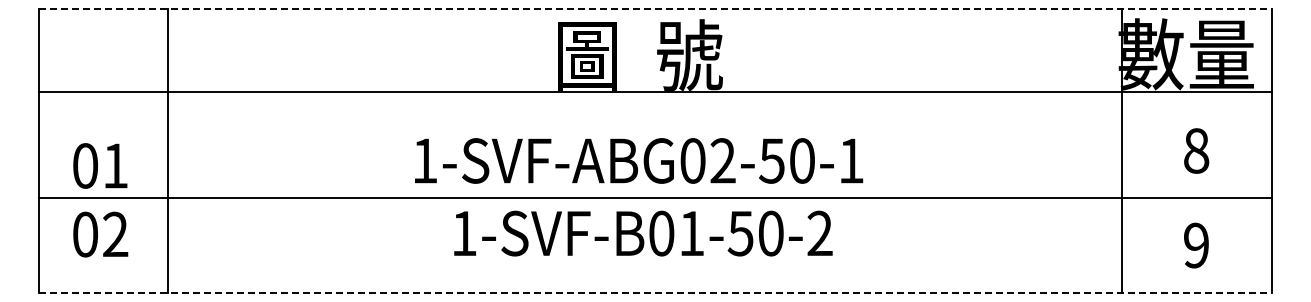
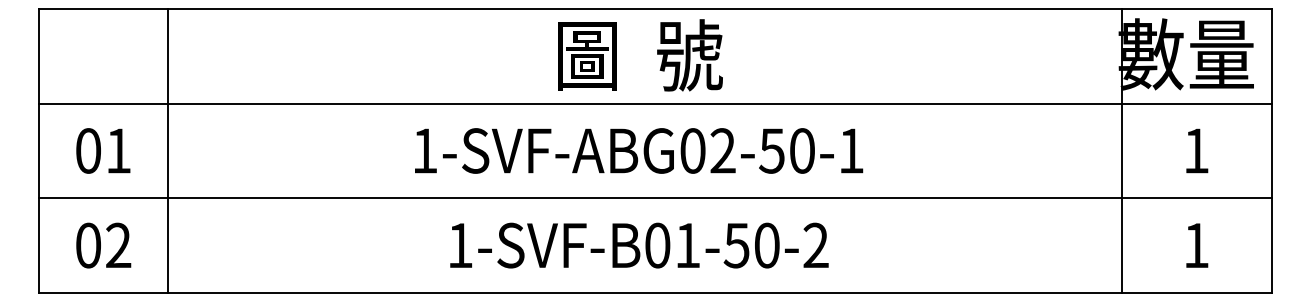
line at (655, 9): dashed -> solid
line at (655, 91) position: (655, 91) -> (655, 103)
text at (1196, 150): 8 -> 1
text at (639, 160) position: (639, 160) -> (639, 150)
text at (100, 165) position: (100, 165) -> (103, 150)
text at (643, 233) position: (643, 233) -> (639, 245)
text at (100, 234) position: (100, 234) -> (103, 245)
text at (1196, 245): 9 -> 1
line at (655, 292): dashed -> solid
